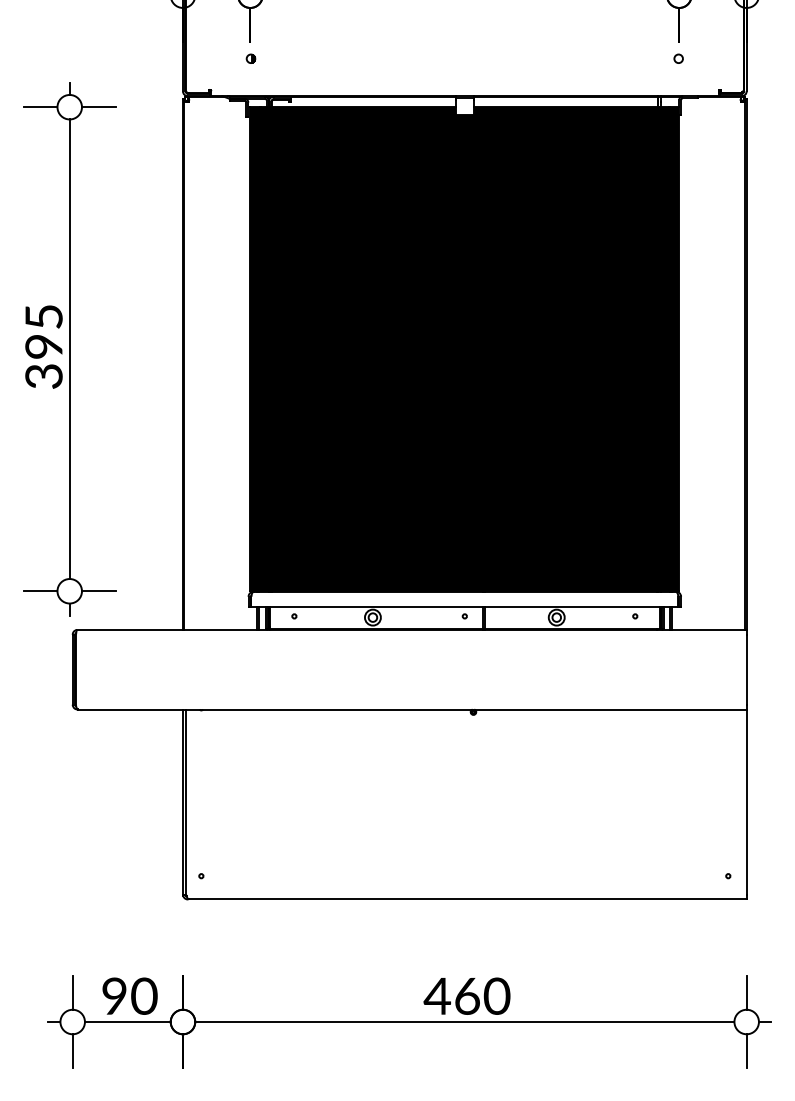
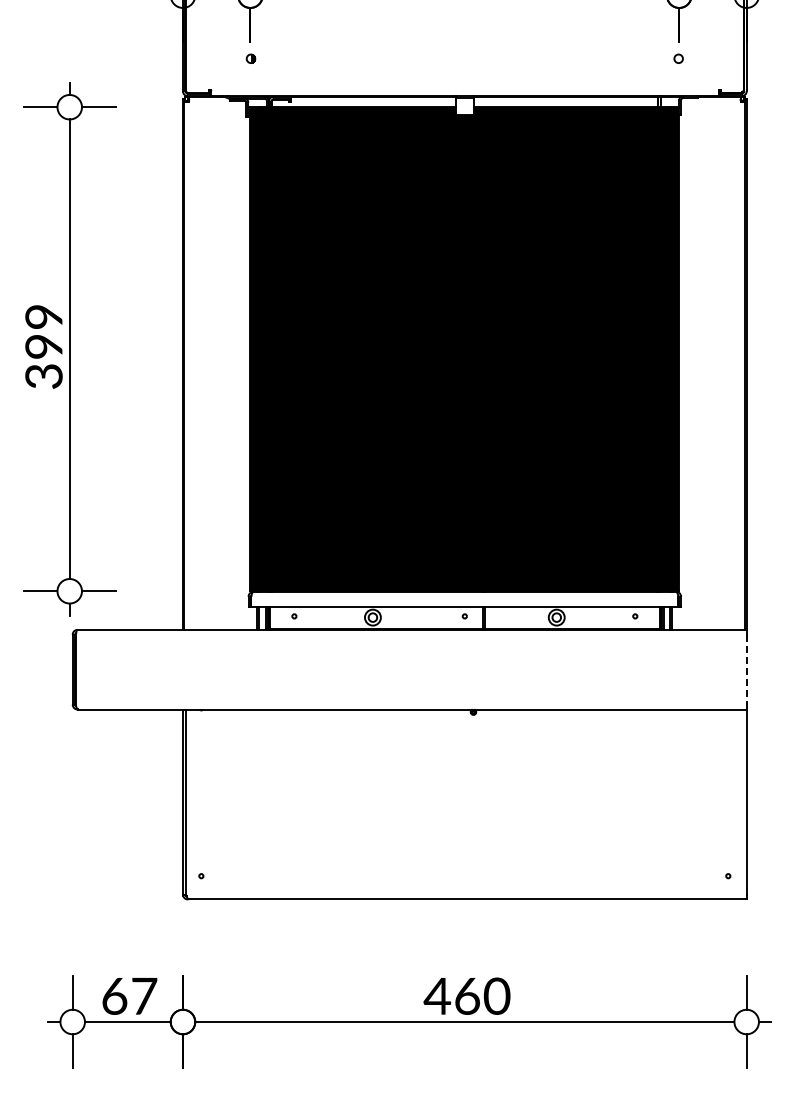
text at (43, 316): 395 -> 399
line at (746, 669): solid -> dashed
text at (129, 995): 90 -> 67
